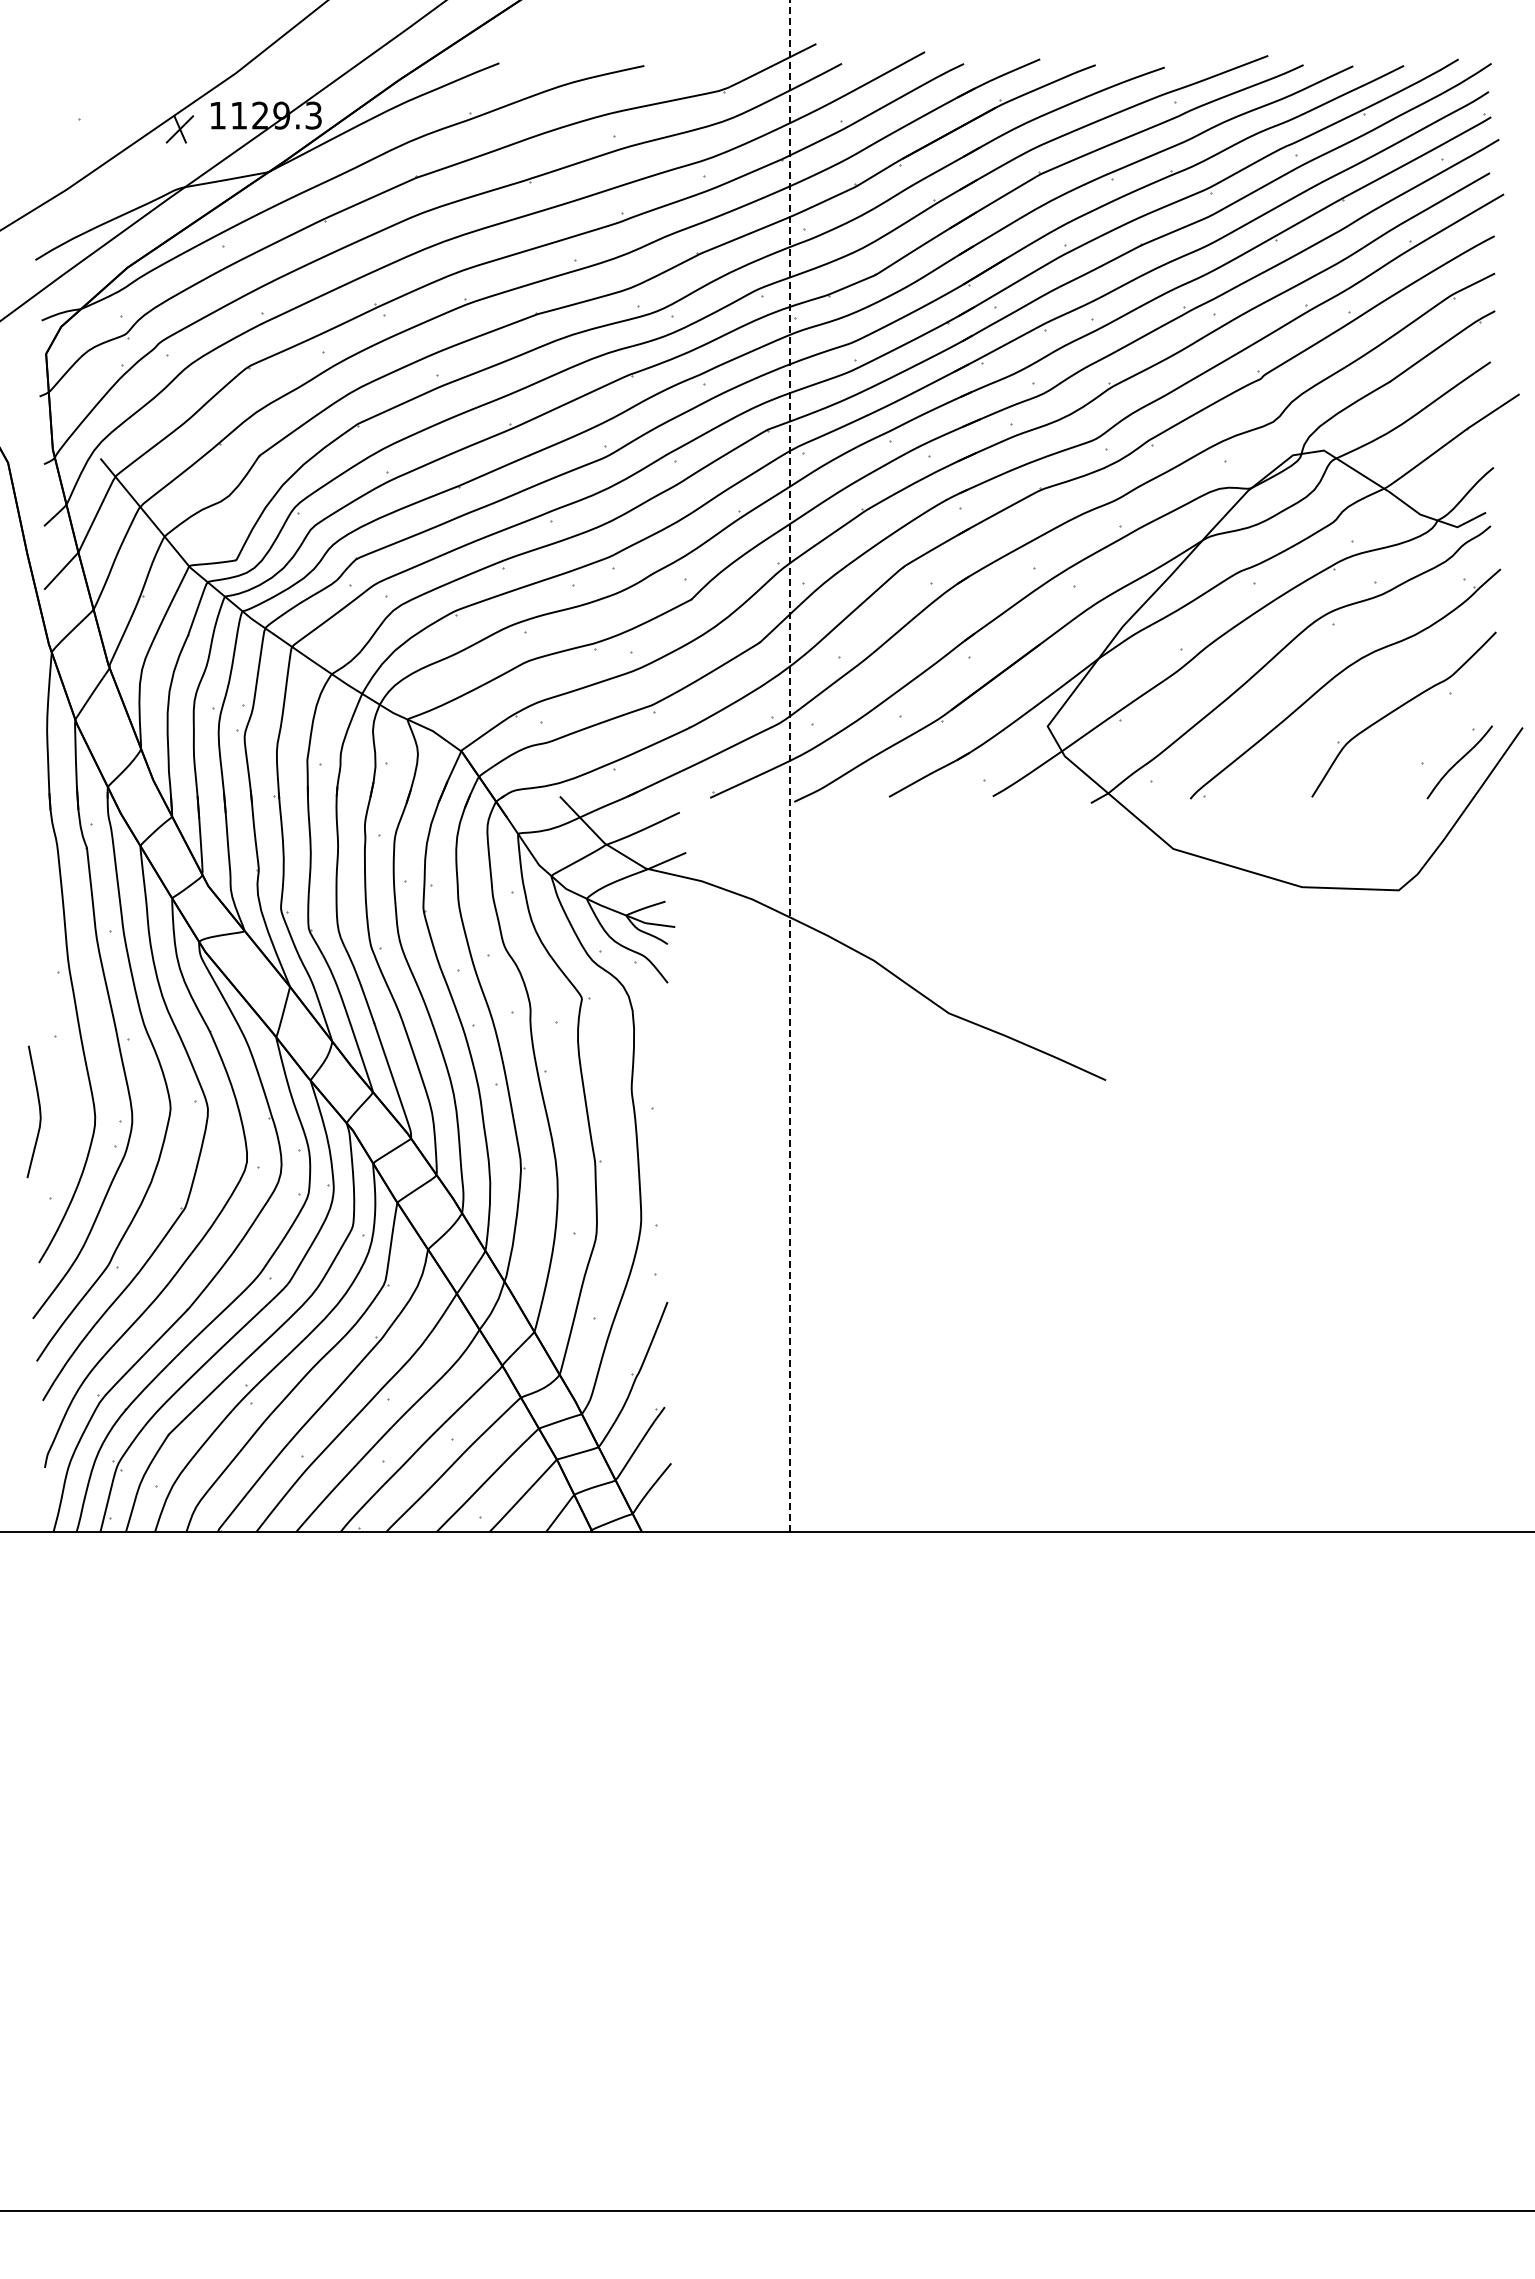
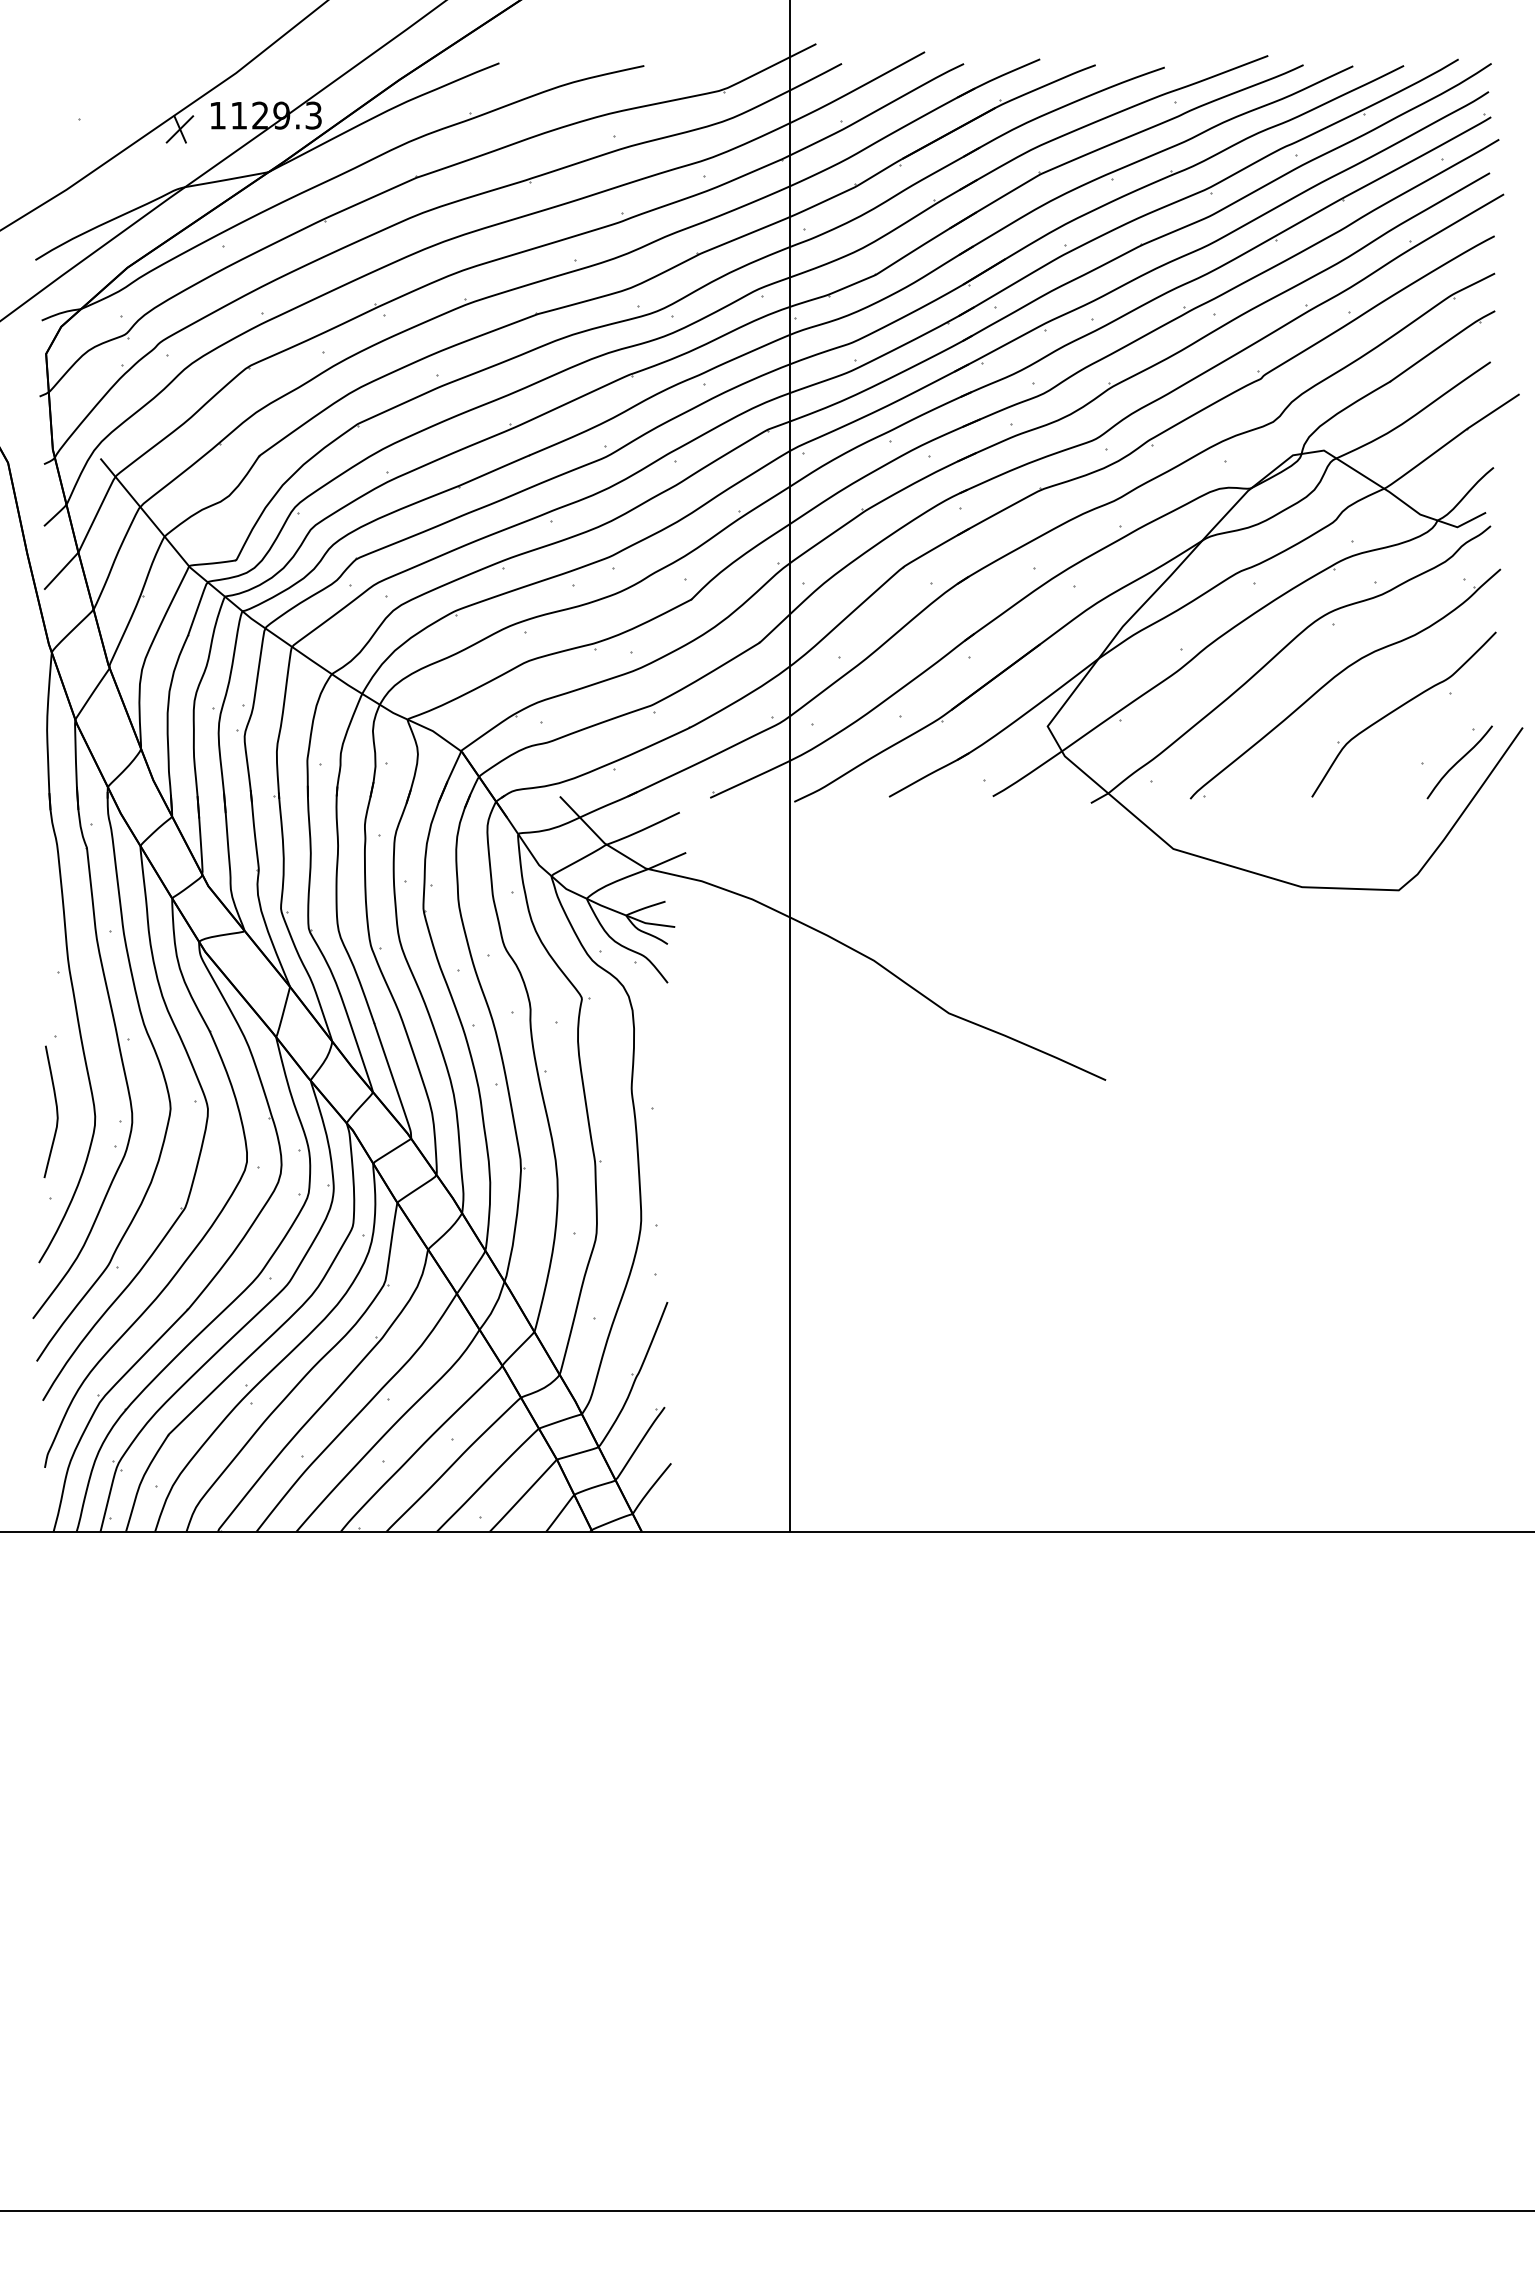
line at (790, 765): dashed -> solid
curve at (39, 1111) position: (39, 1111) -> (56, 1111)
